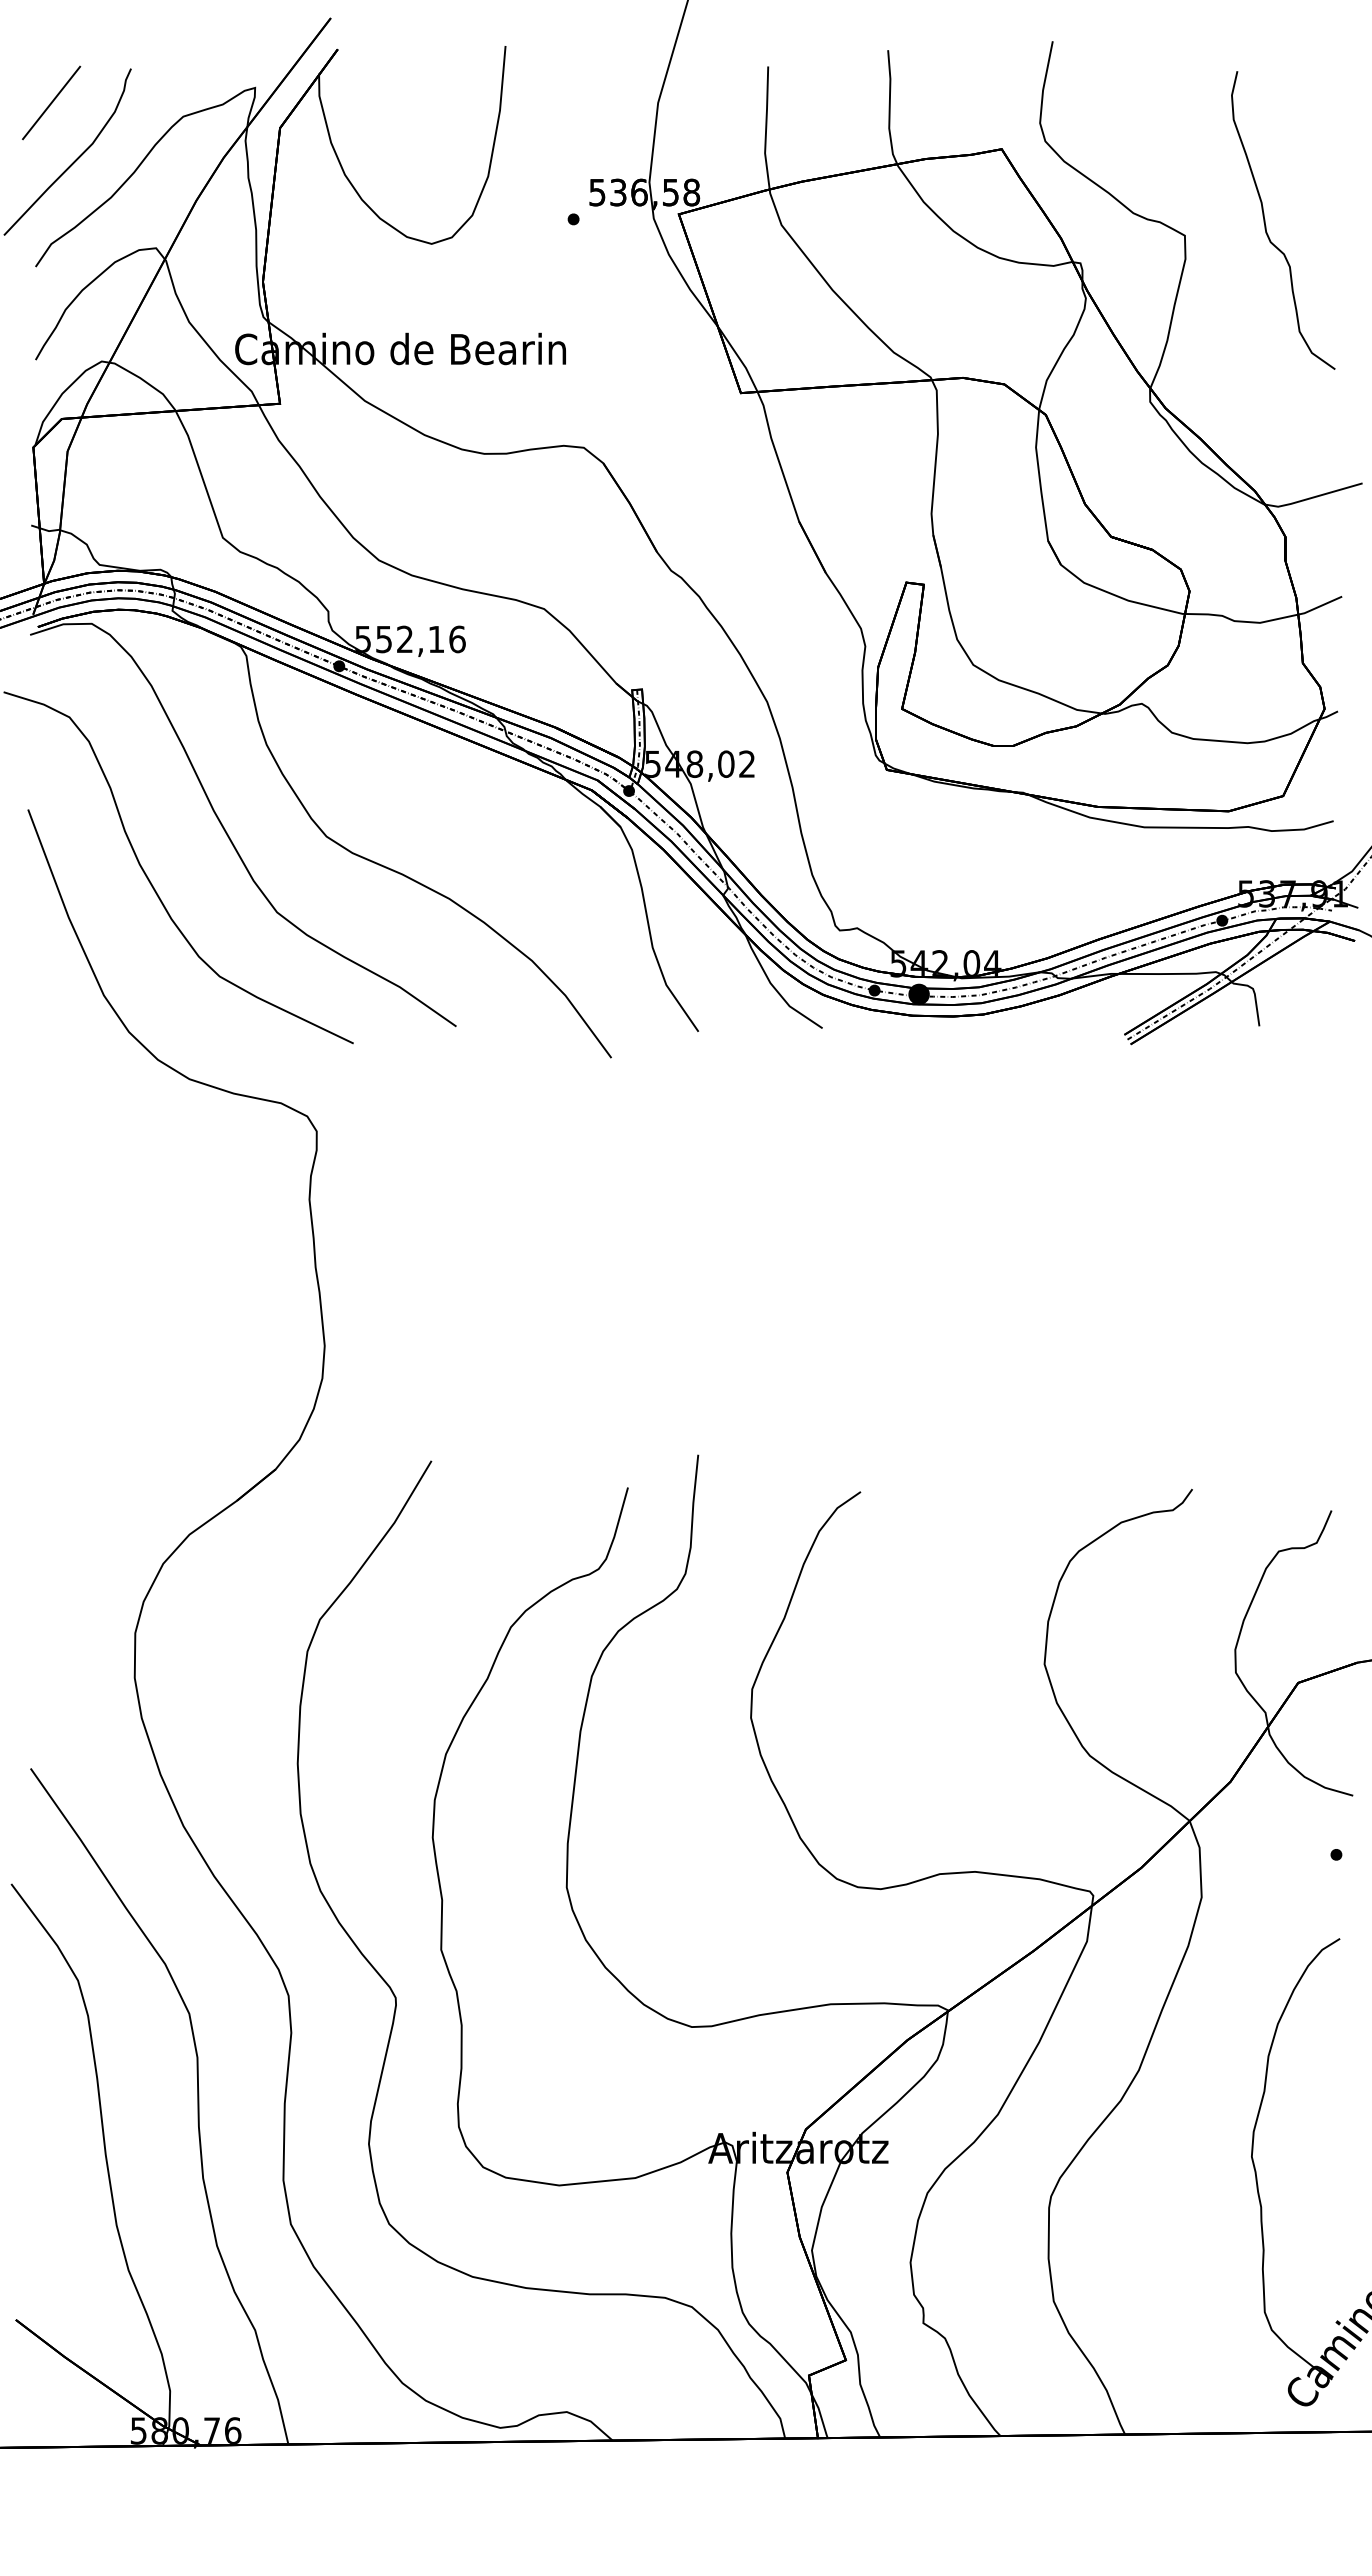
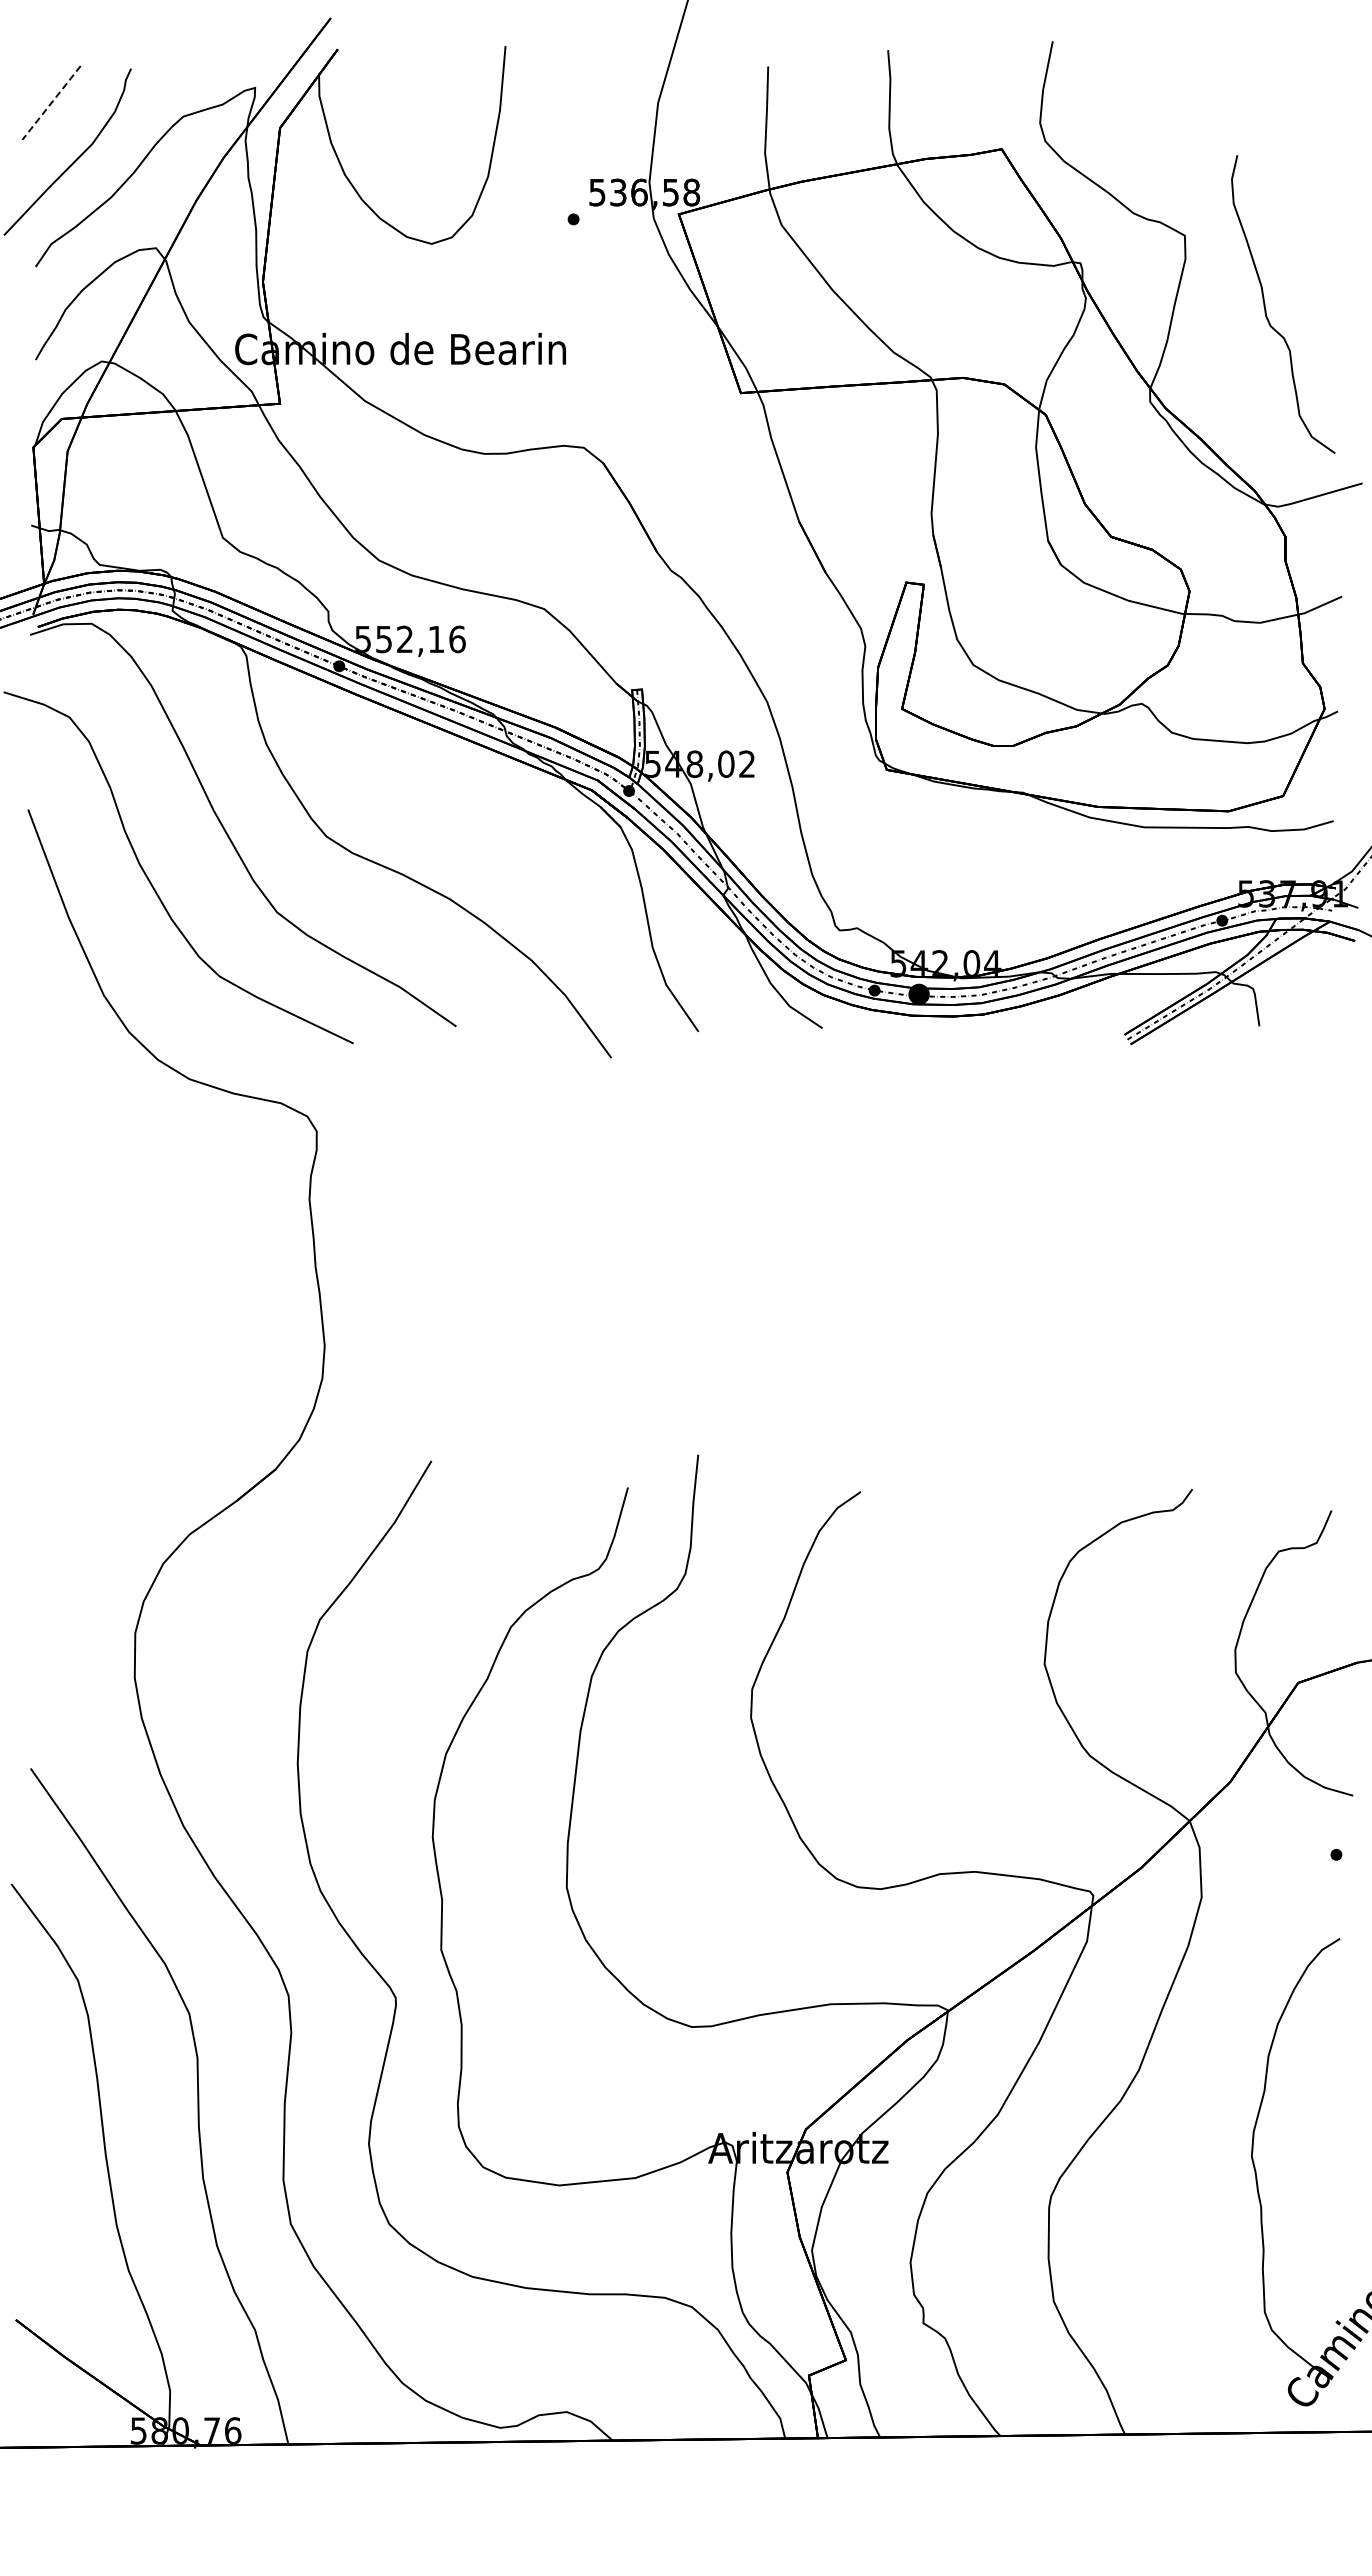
line at (51, 103): solid -> dashed
curve at (1266, 225) position: (1266, 225) -> (1266, 309)
